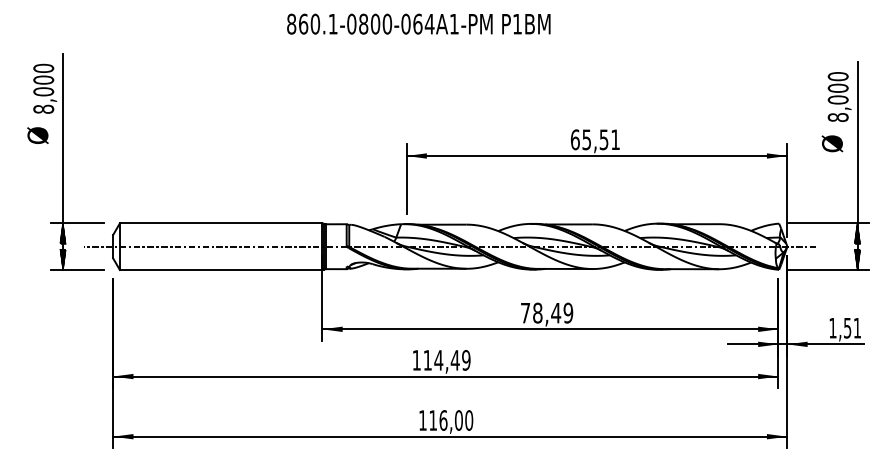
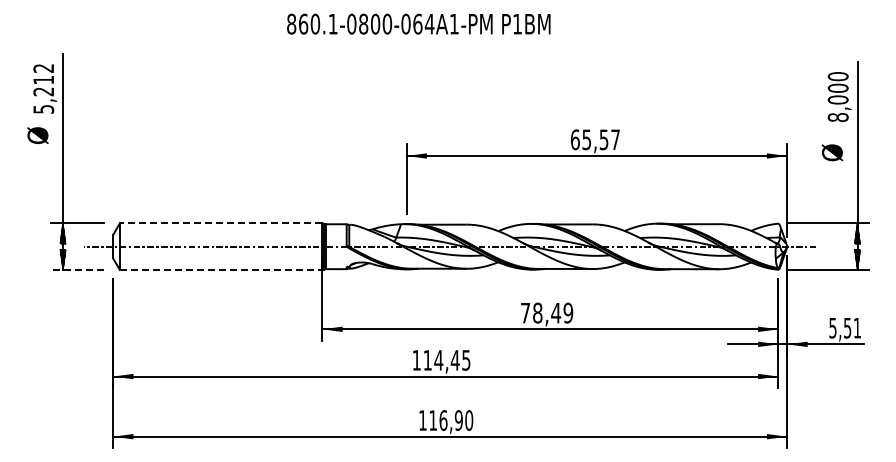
text at (43, 88): 8,000 -> 5,212
text at (615, 139): 65,51 -> 65,57
text at (832, 143) position: (832, 143) -> (832, 152)
line at (220, 223): solid -> dashed
line at (77, 269): solid -> dashed
line at (221, 269): solid -> dashed
text at (832, 328): 1,51 -> 5,51
text at (466, 360): 114,49 -> 114,45
text at (458, 420): 116,00 -> 116,90
